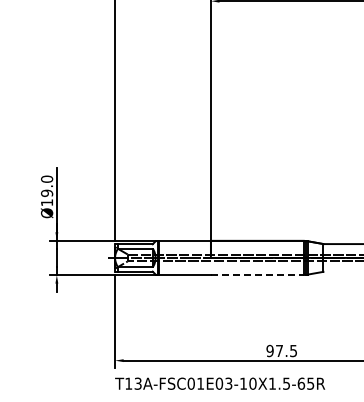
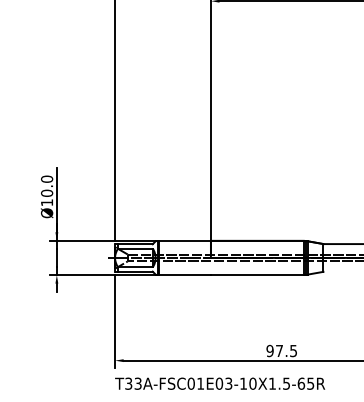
text at (47, 192): Ø19.0 -> Ø10.0
line at (257, 275): dashed -> solid
text at (128, 383): T13A-FSC01E03-10X1.5-65R -> T33A-FSC01E03-10X1.5-65R
